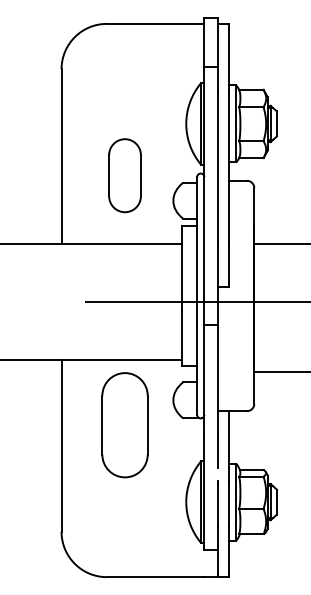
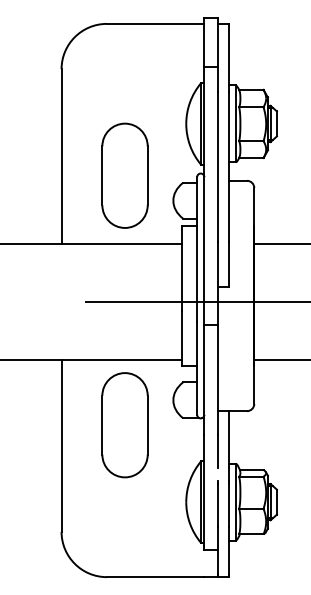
part at (124, 175) size: 34x76 px -> 48x107 px
line at (280, 371) position: (280, 371) -> (280, 359)
